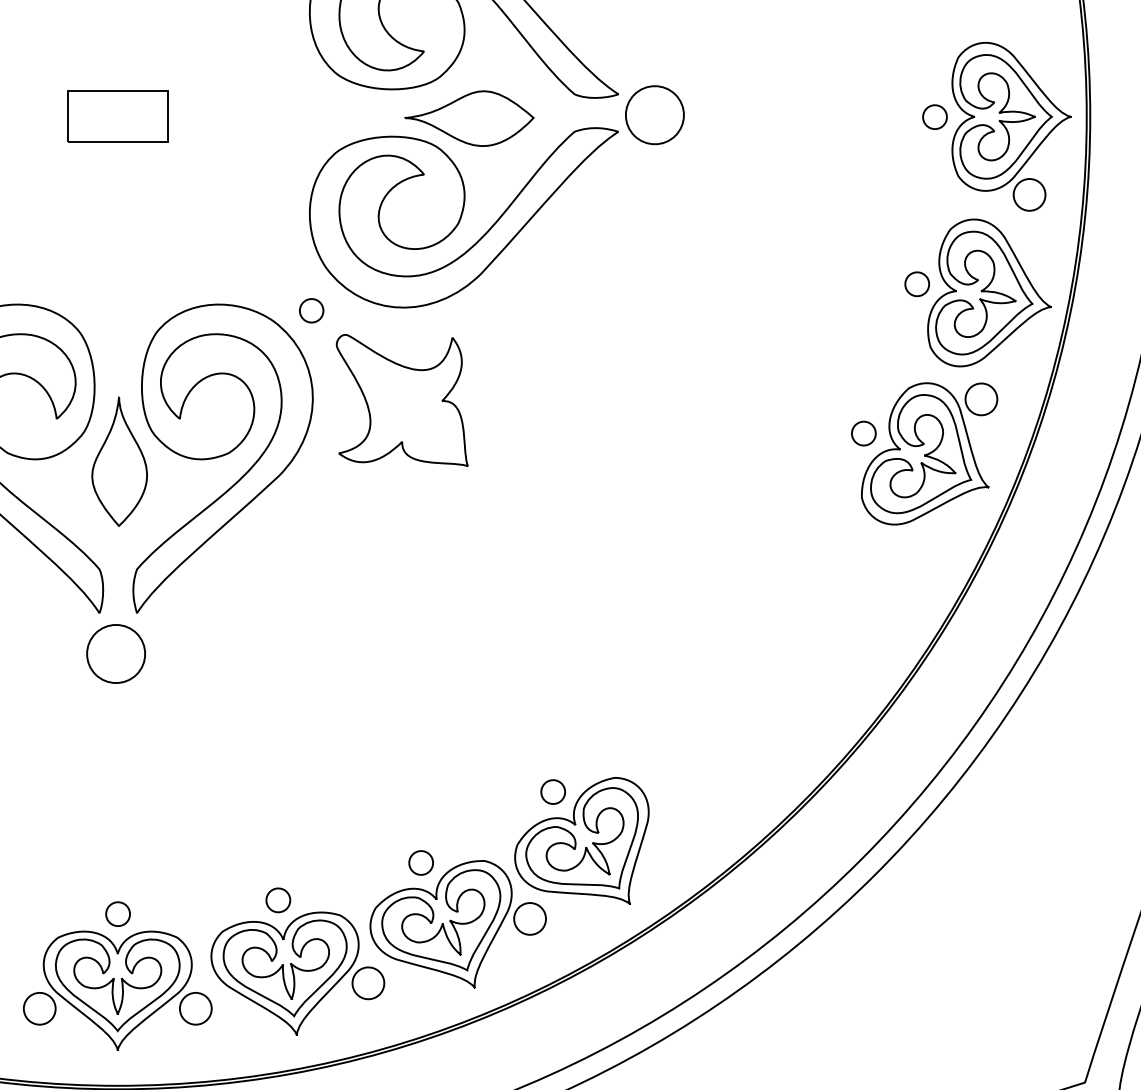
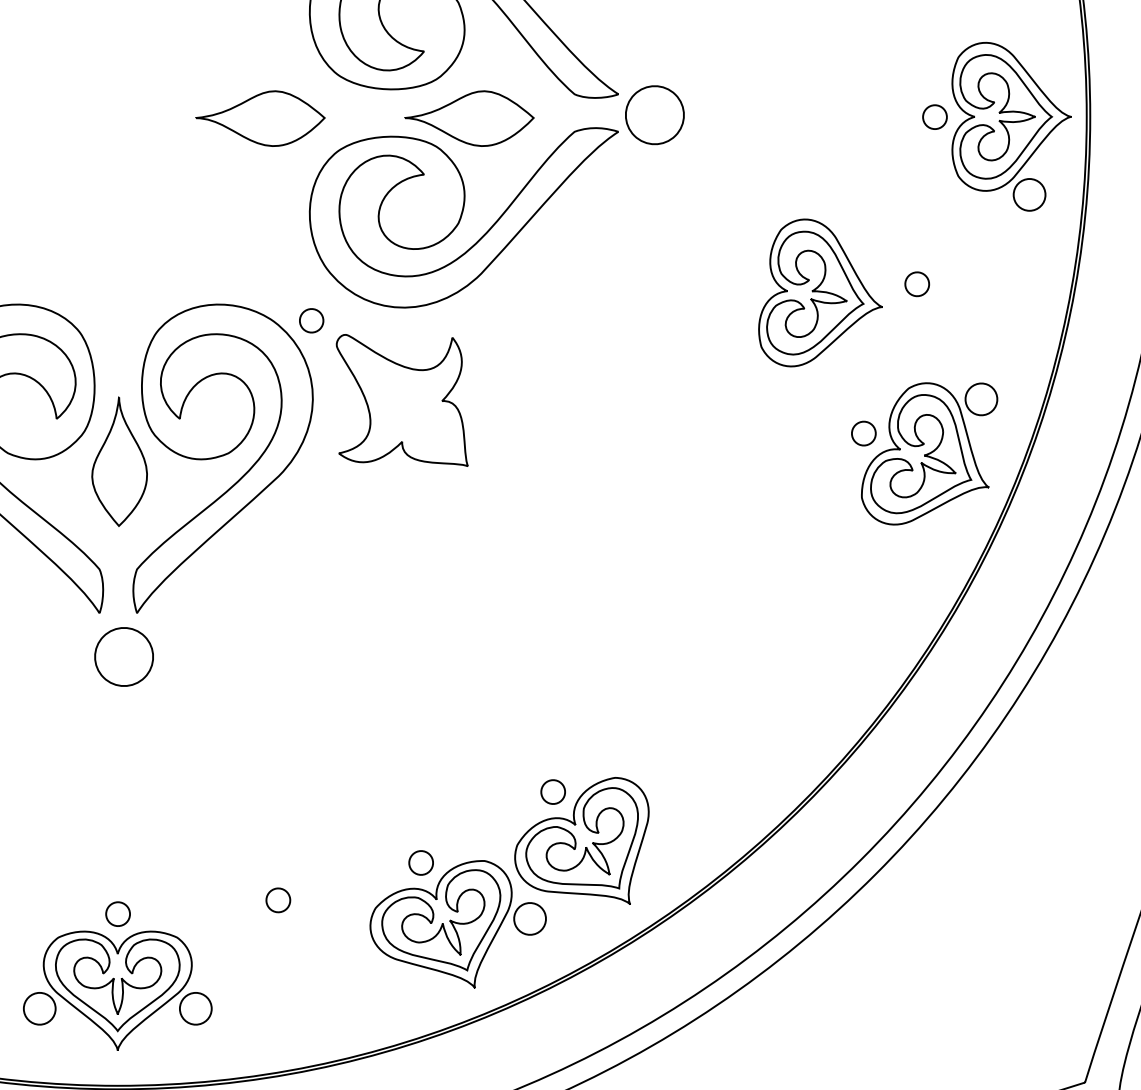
part at (117, 116): present -> none
part at (260, 118): none -> present
part at (989, 292) position: (989, 292) -> (820, 292)
part at (311, 310) position: (311, 310) -> (311, 320)
part at (115, 653) position: (115, 653) -> (123, 656)
part at (297, 973): present -> none
